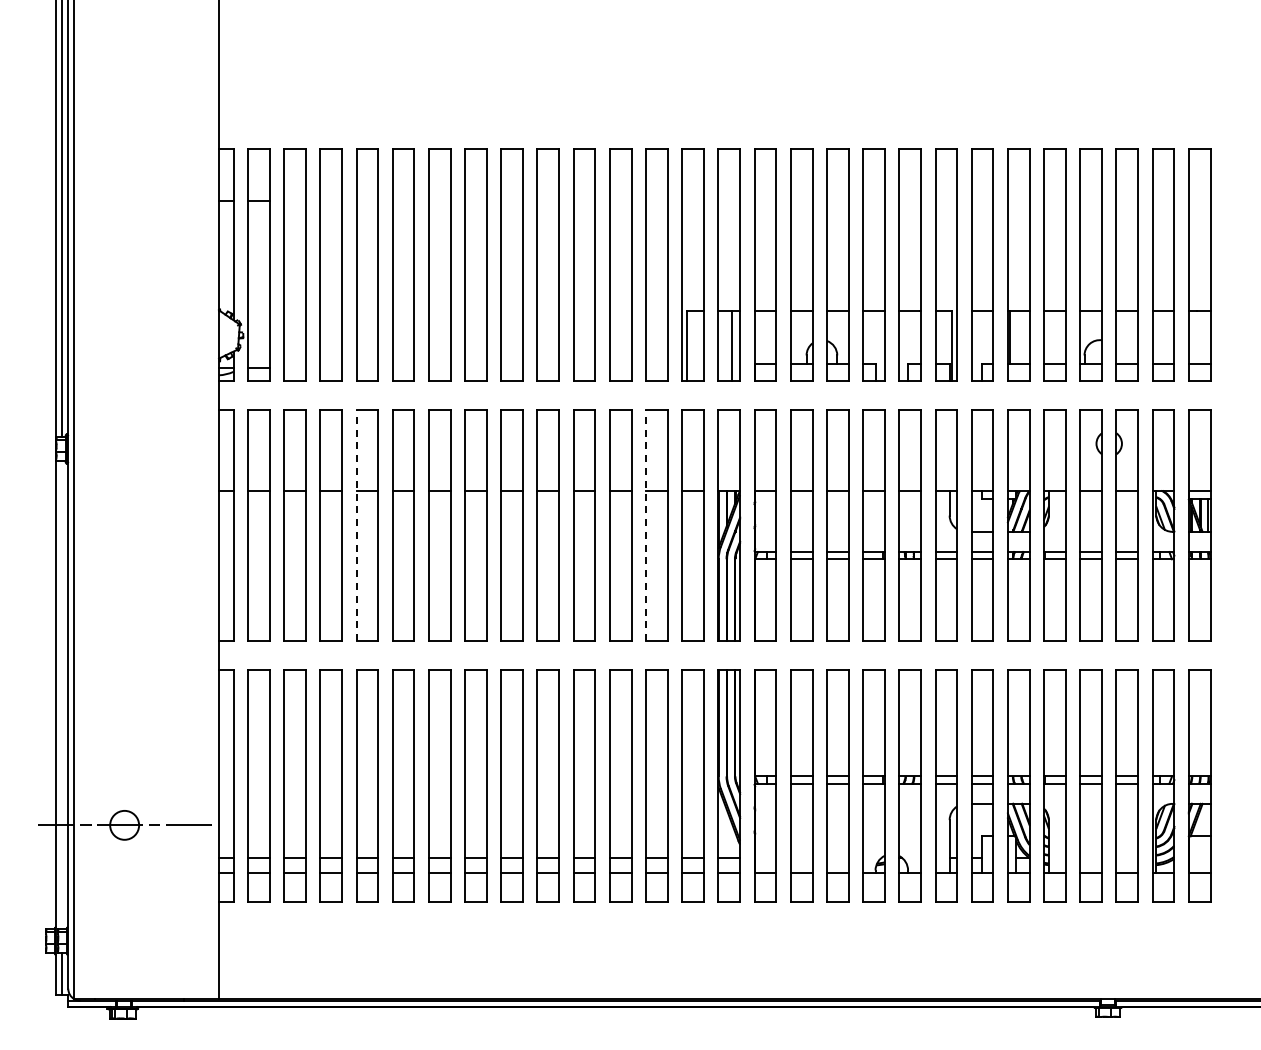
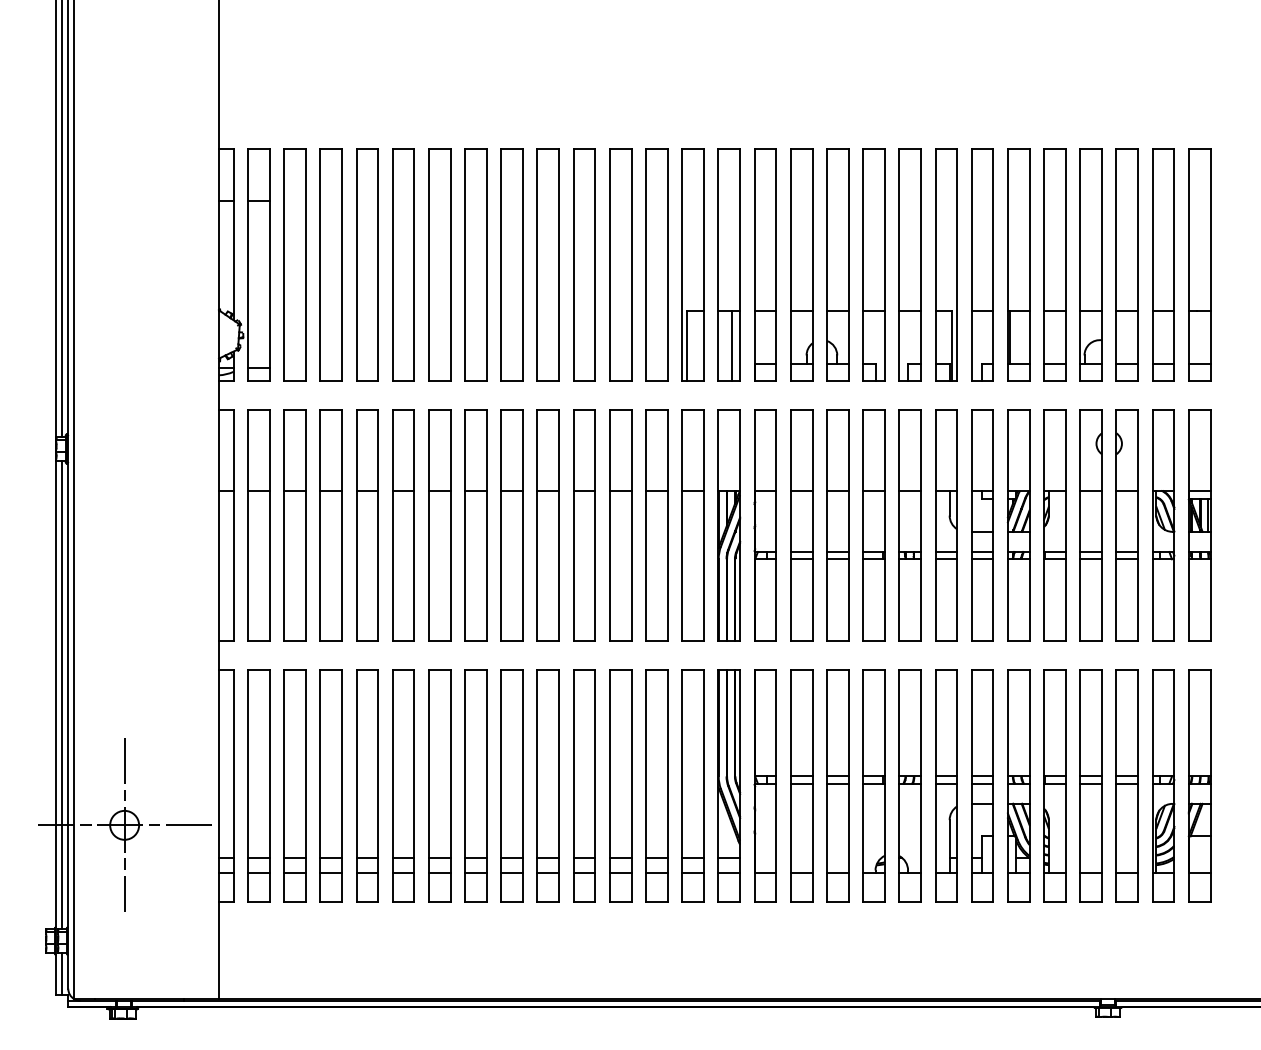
line at (356, 525): dashed -> solid
line at (646, 525): dashed -> solid
line at (62, 694): none -> present
line at (124, 825): none -> present
